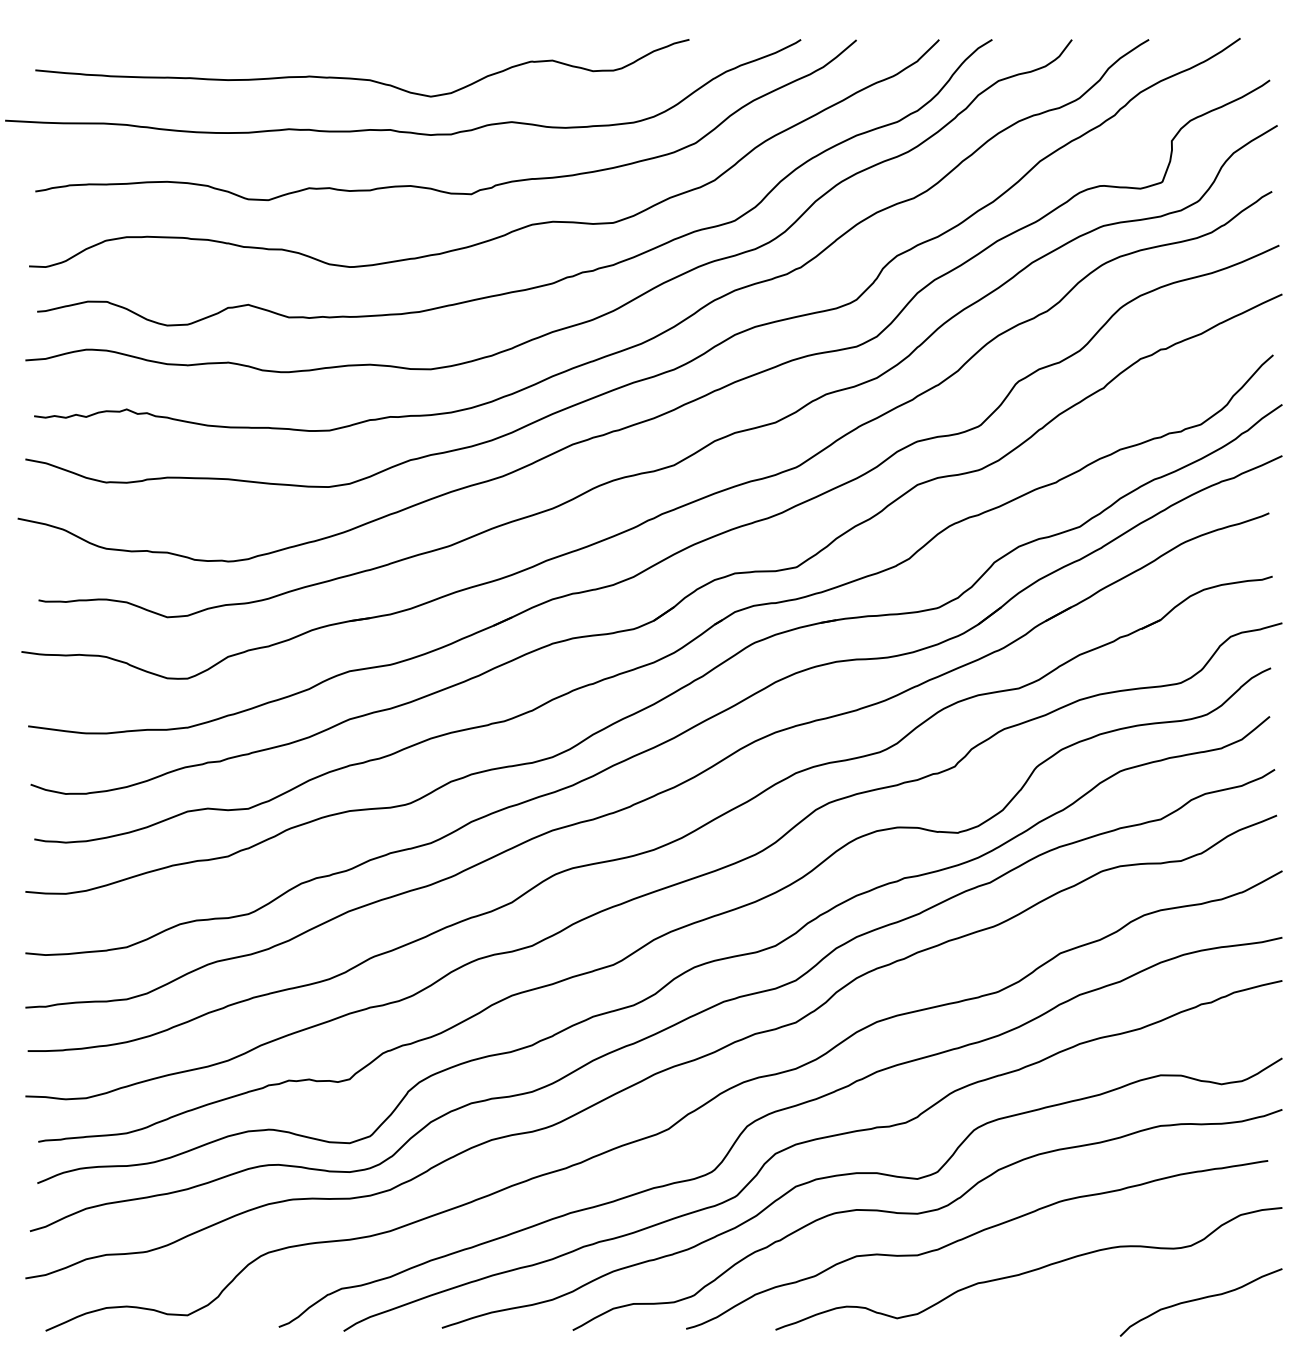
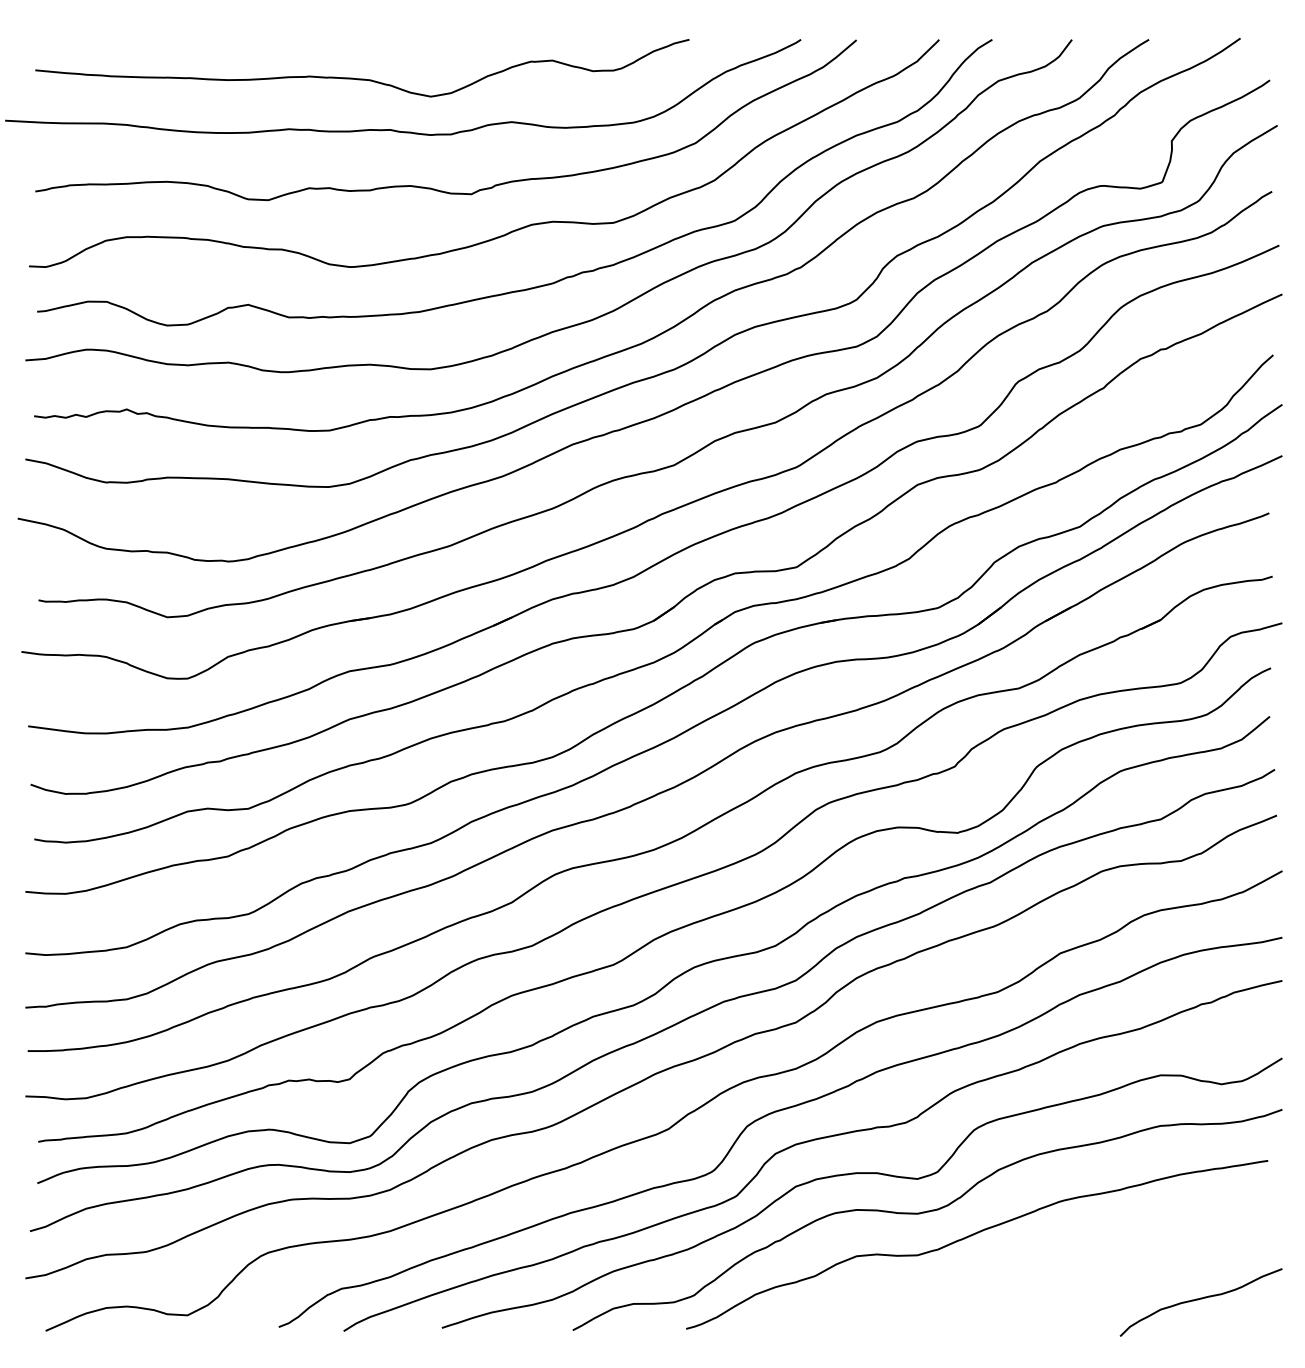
curve at (1029, 1270): present -> none
